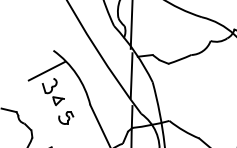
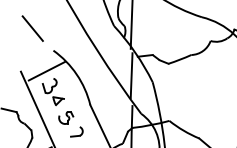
line at (32, 28): none -> present
line at (36, 107): none -> present
part at (76, 131): none -> present
